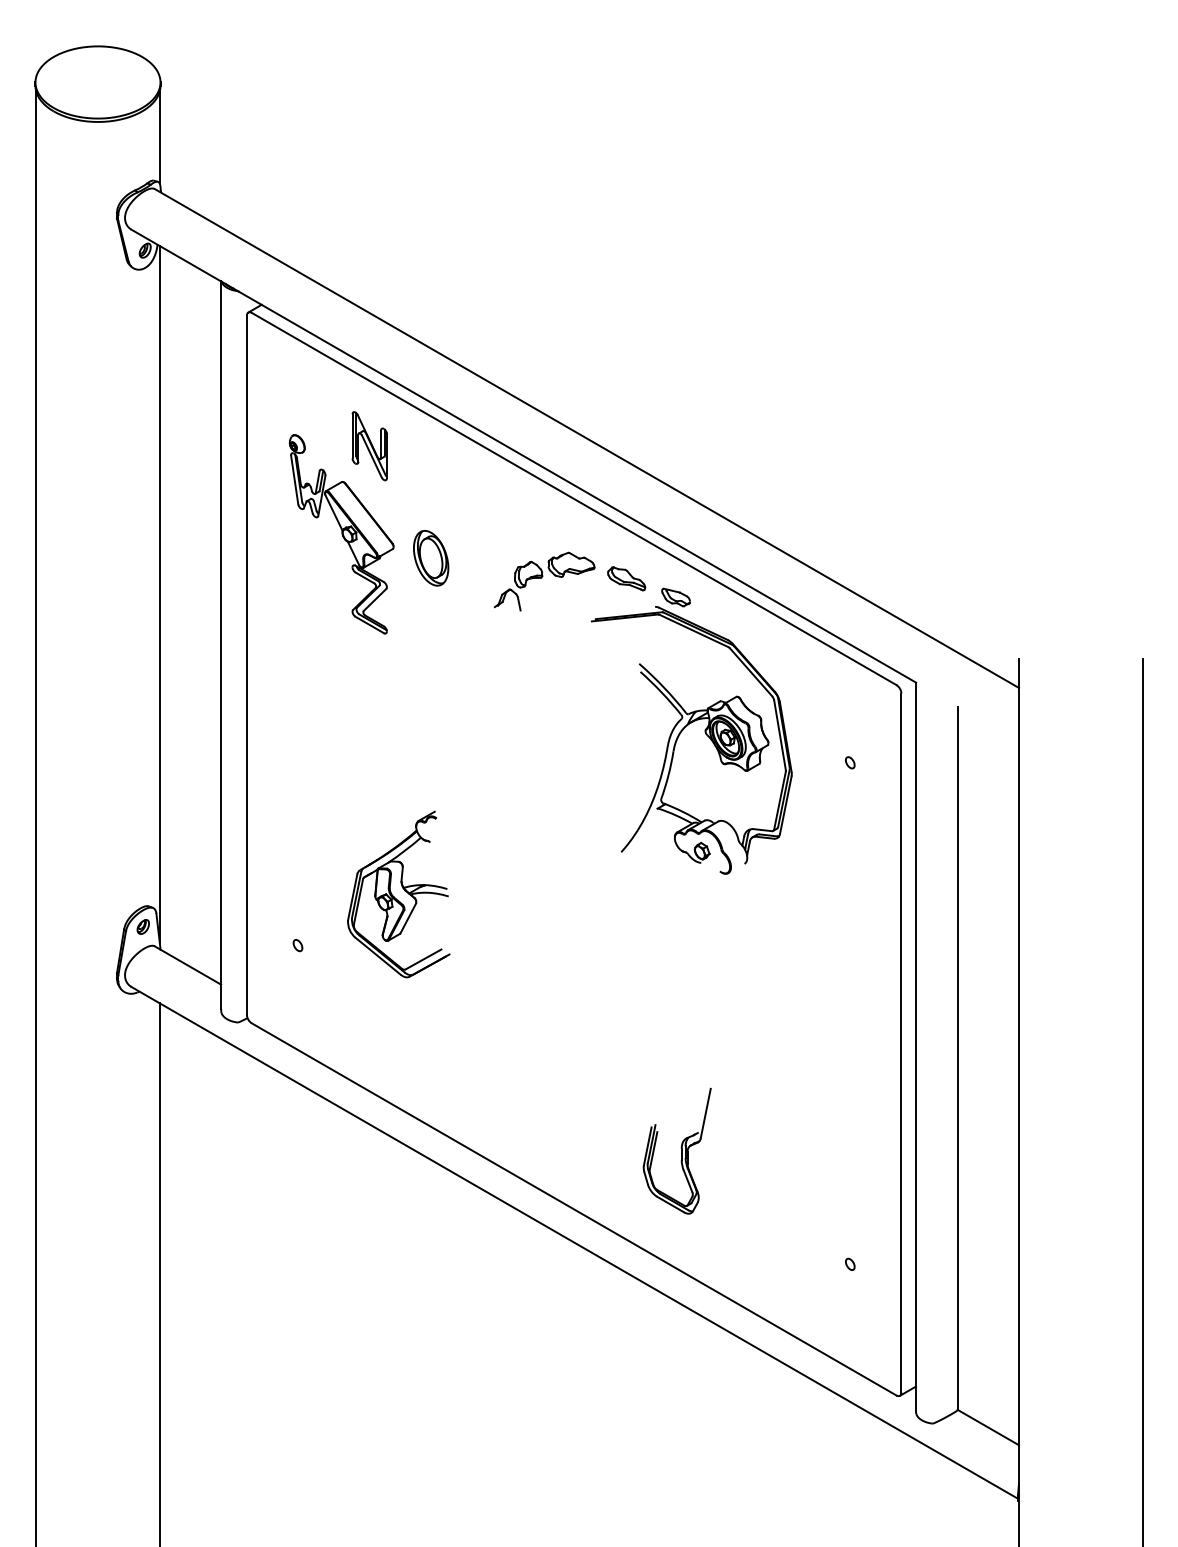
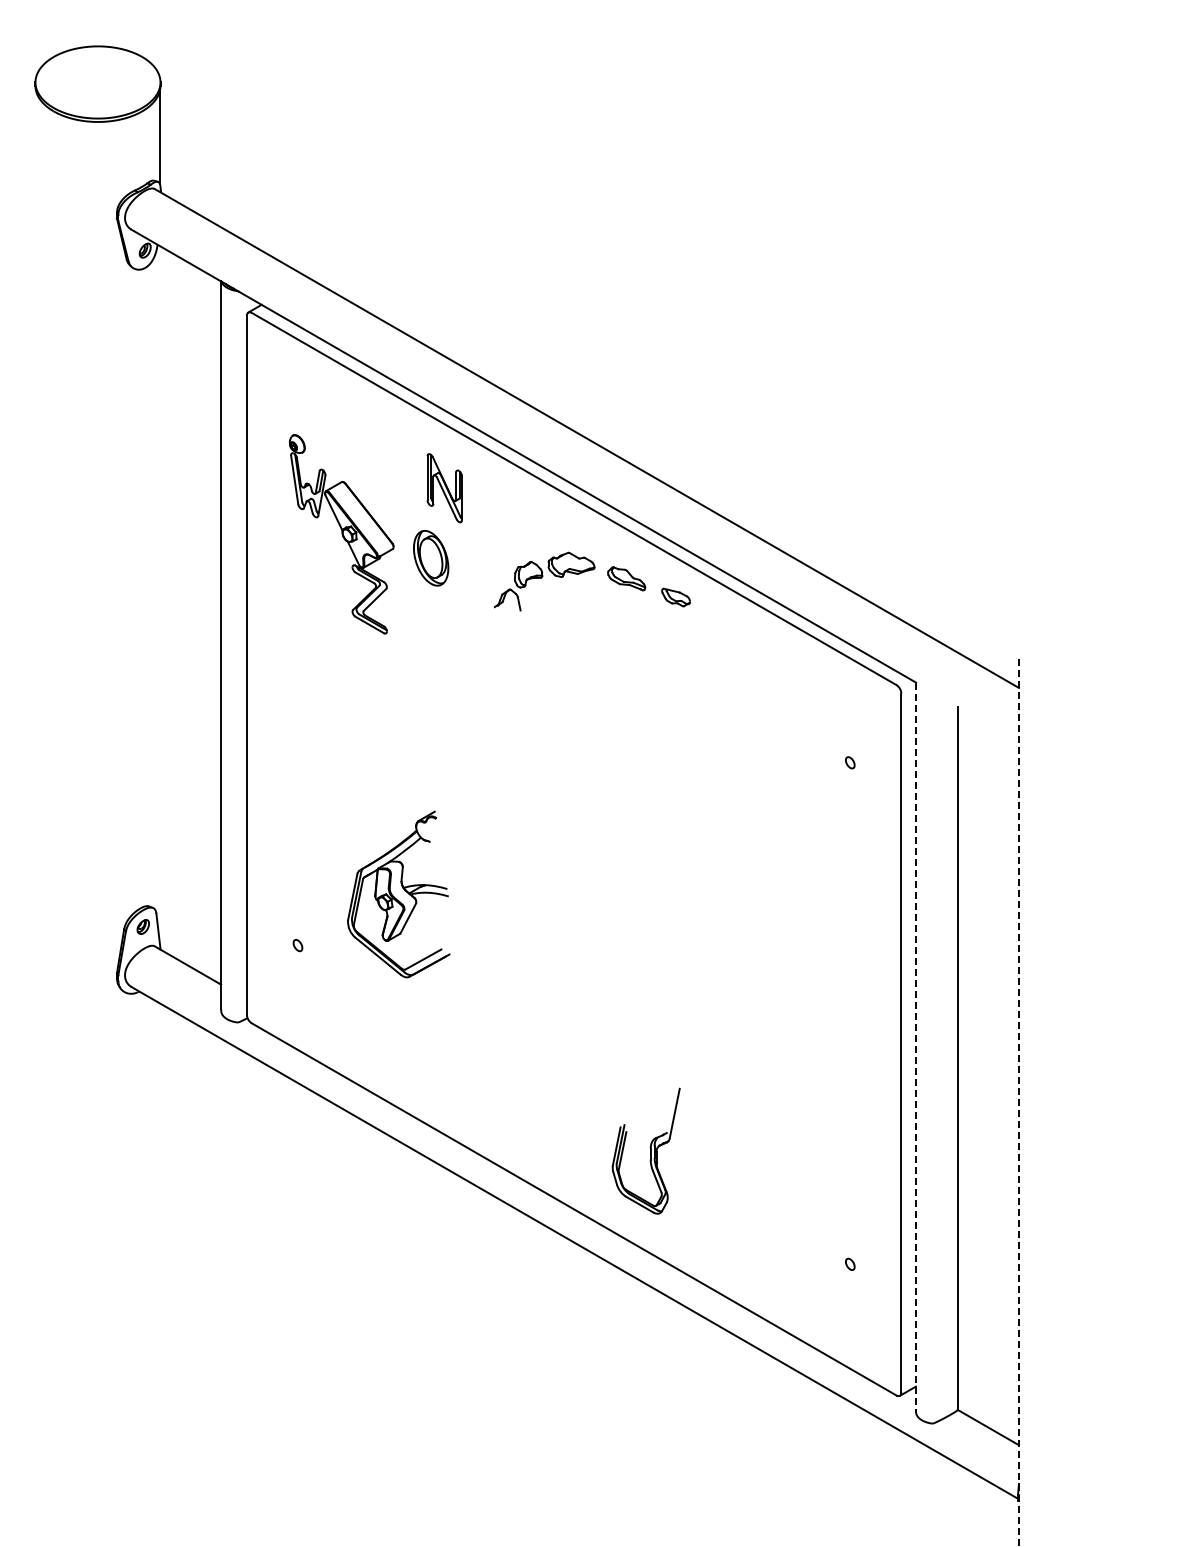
part at (369, 446) position: (369, 446) -> (444, 488)
line at (159, 594): present -> none
part at (680, 734): present -> none
line at (36, 817): present -> none
line at (915, 1046): solid -> dashed
line at (1142, 1100): present -> none
line at (1018, 1102): solid -> dashed
part at (676, 1150) position: (676, 1150) -> (645, 1150)
line at (159, 1273): present -> none
